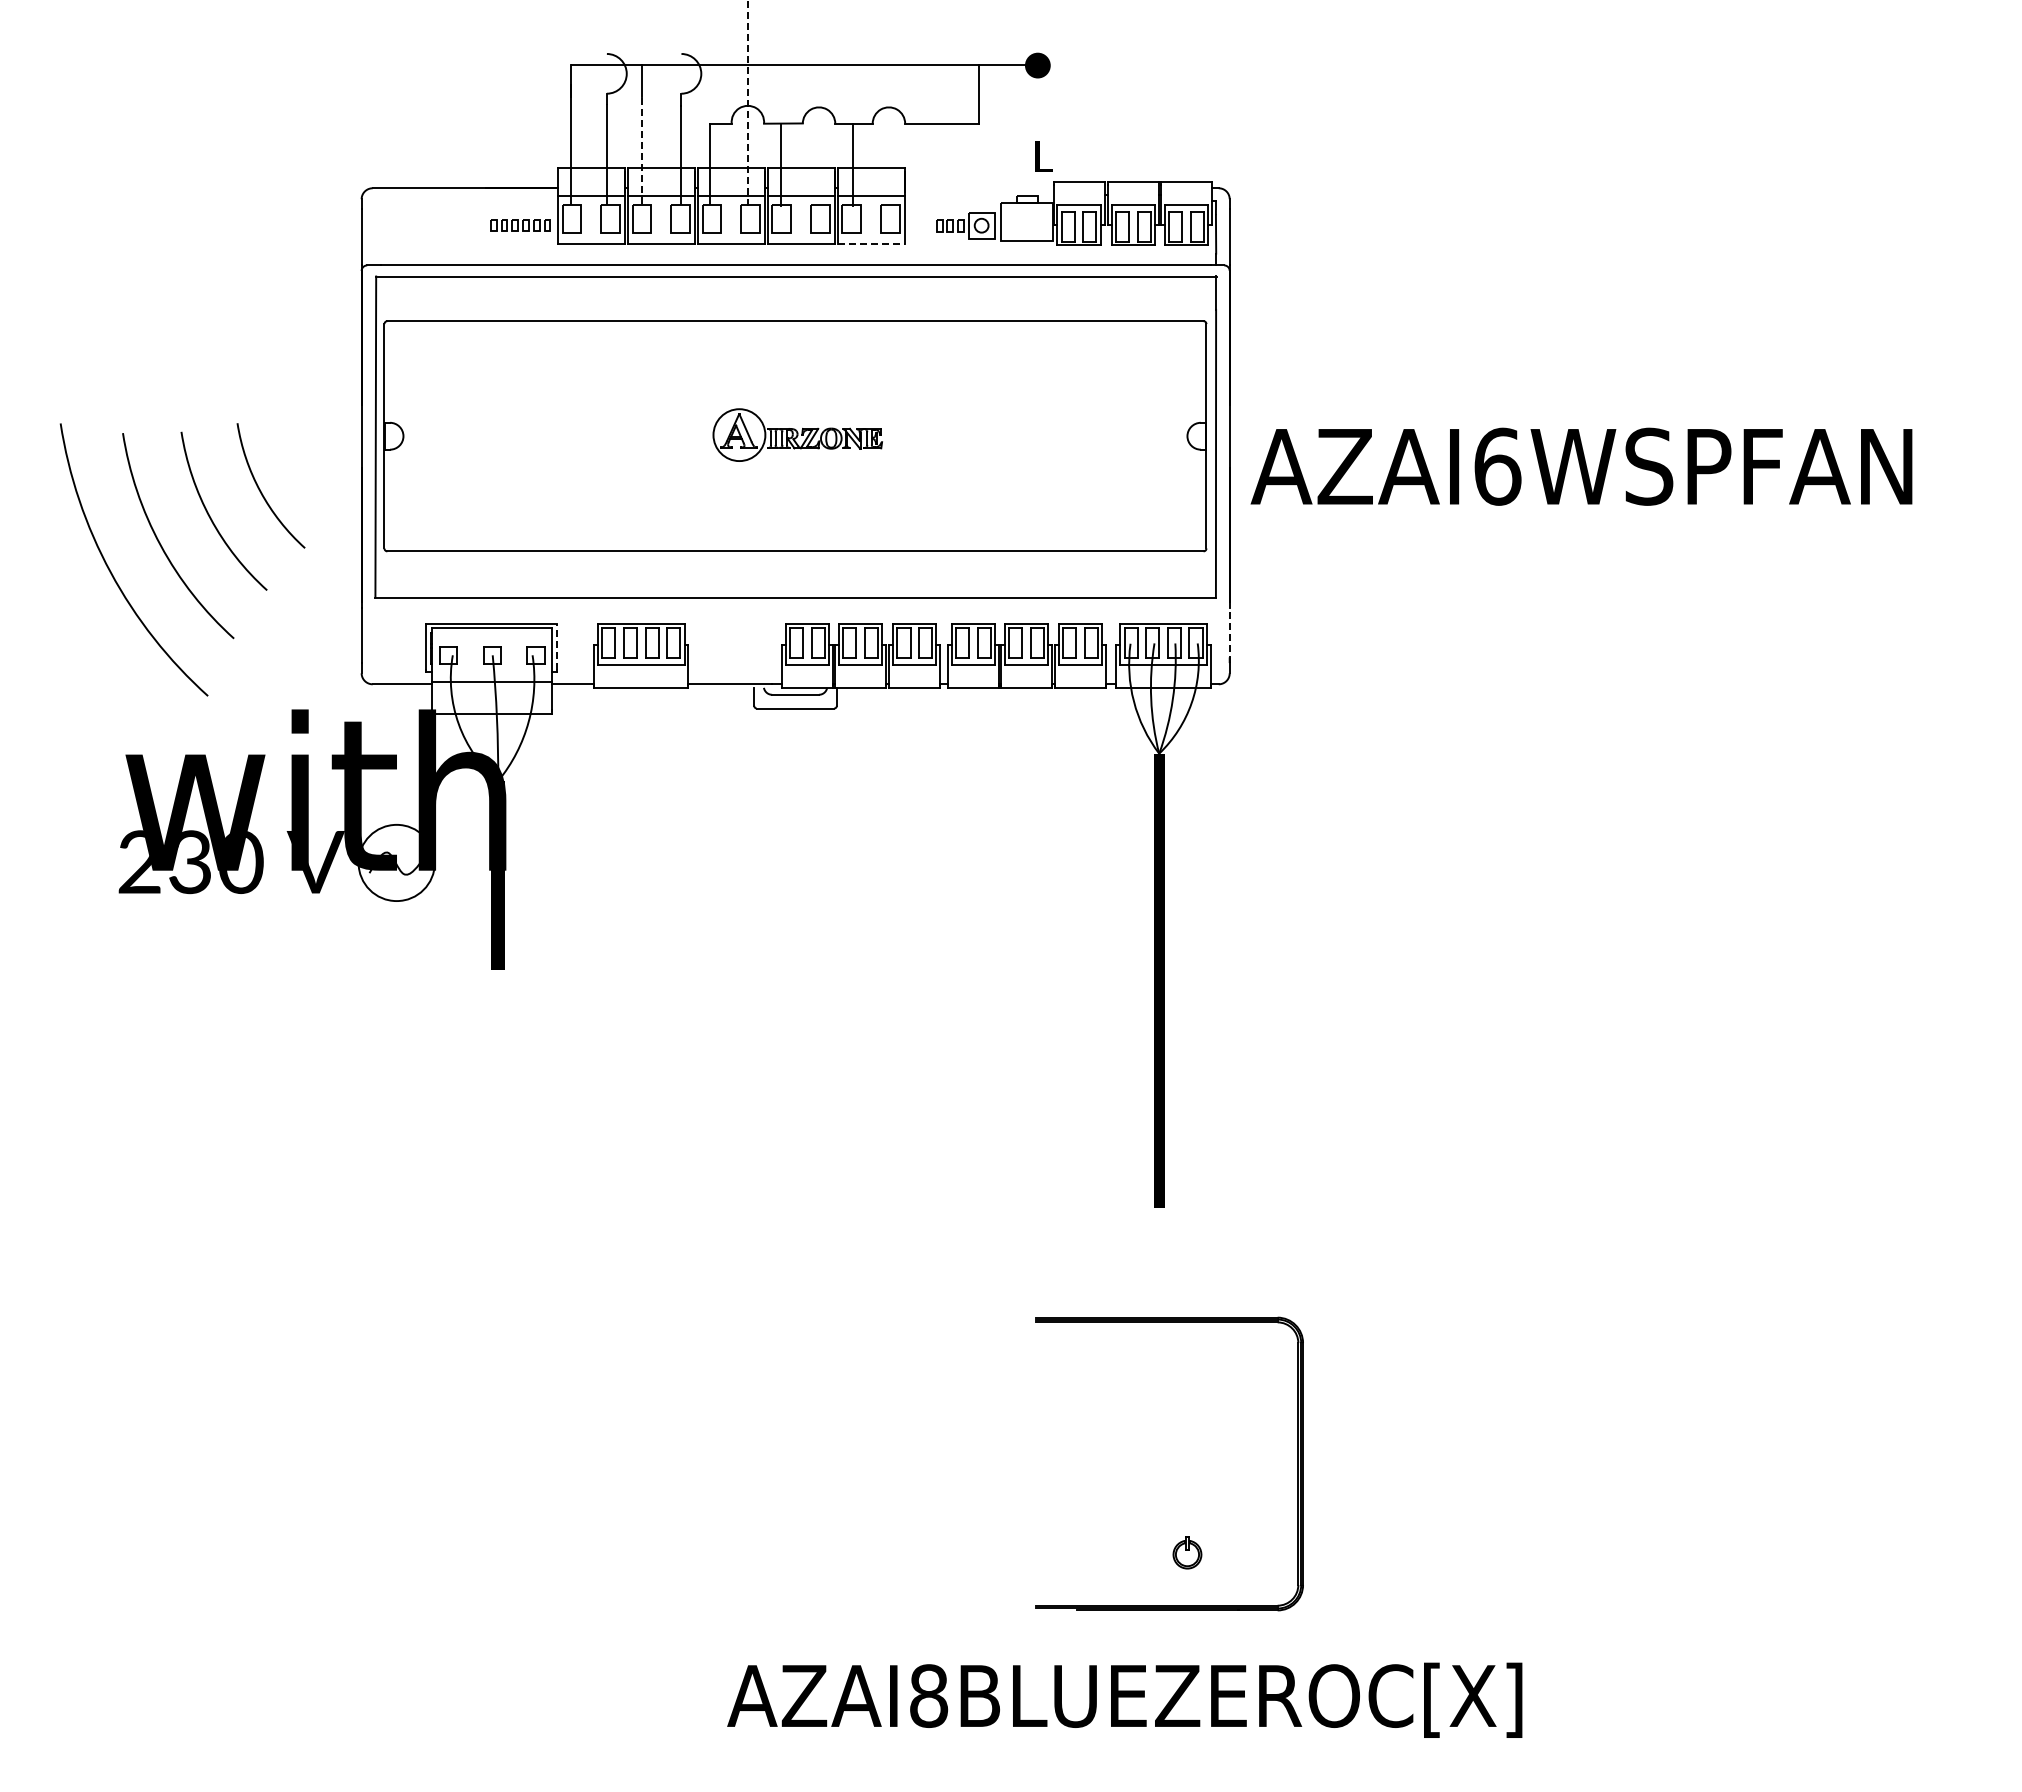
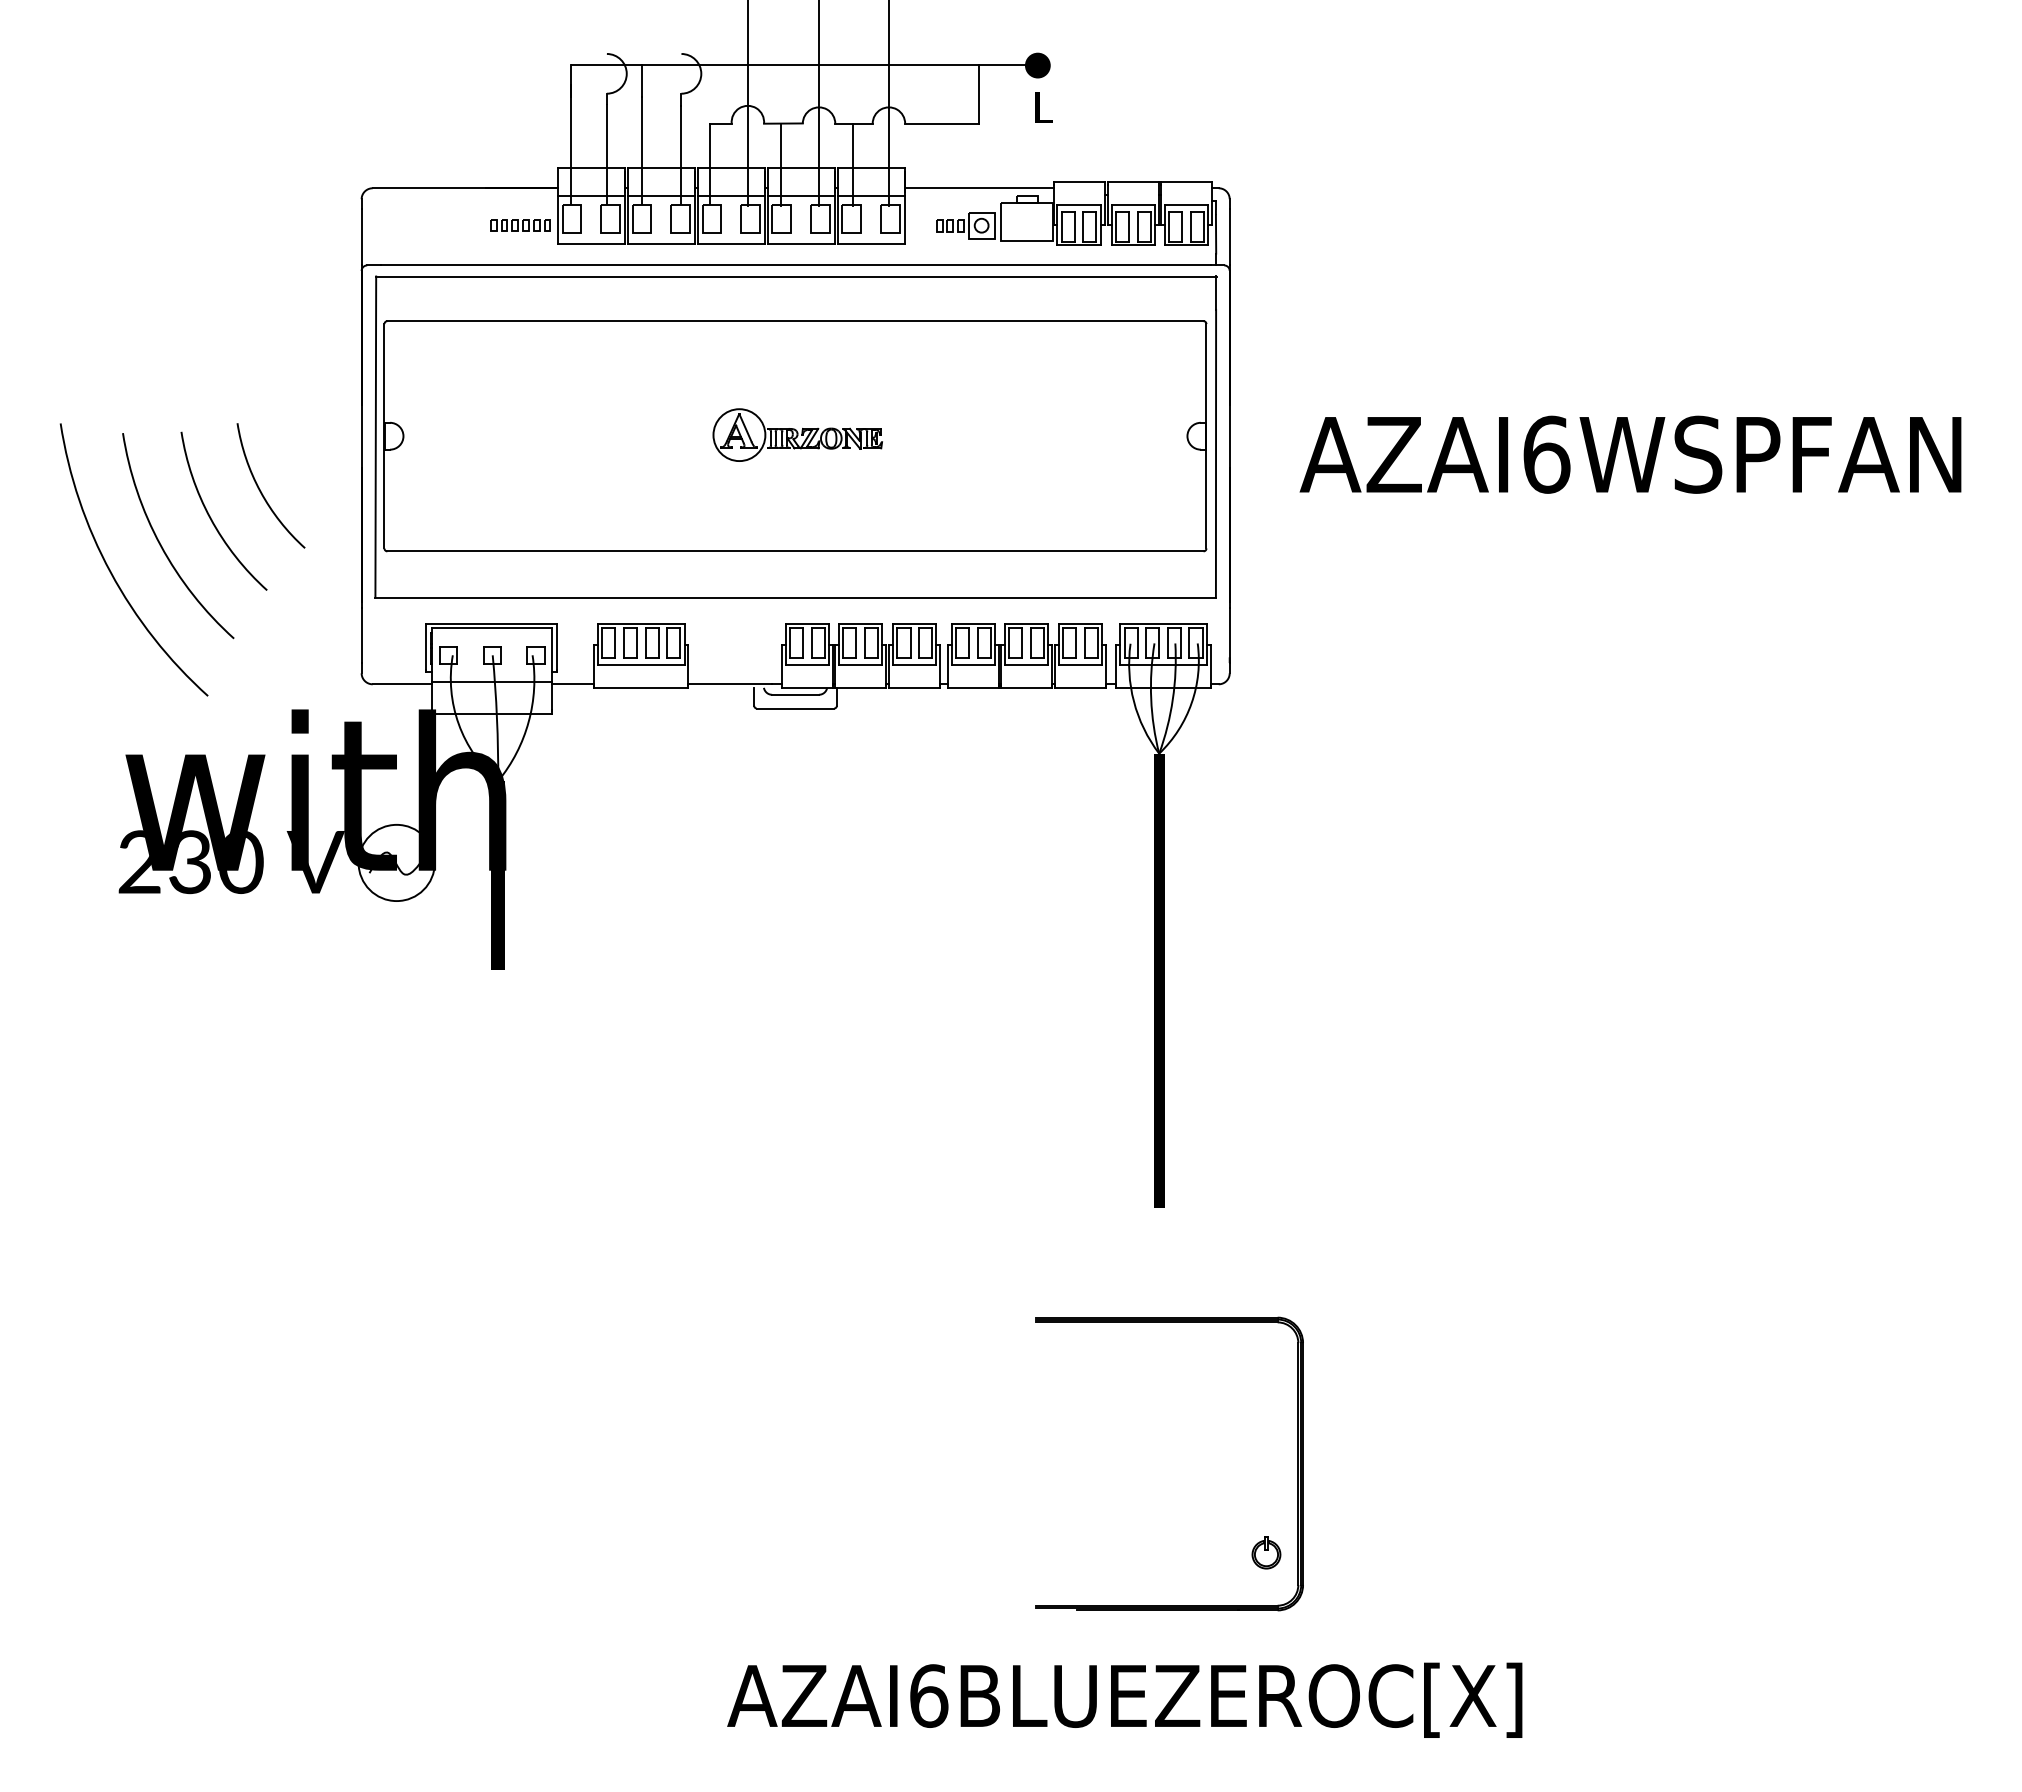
line at (747, 102): dashed -> solid
line at (819, 103): none -> present
line at (888, 103): none -> present
line at (642, 150): dashed -> solid
text at (1043, 156) position: (1043, 156) -> (1043, 107)
line at (978, 188): none -> present
line at (871, 244): dashed -> solid
text at (1581, 466) position: (1581, 466) -> (1630, 454)
line at (1229, 635): dashed -> solid
line at (556, 646): dashed -> solid
part at (1187, 1552) position: (1187, 1552) -> (1266, 1552)
text at (929, 1695): AZAI8BLUEZEROC[X] -> AZAI6BLUEZEROC[X]
